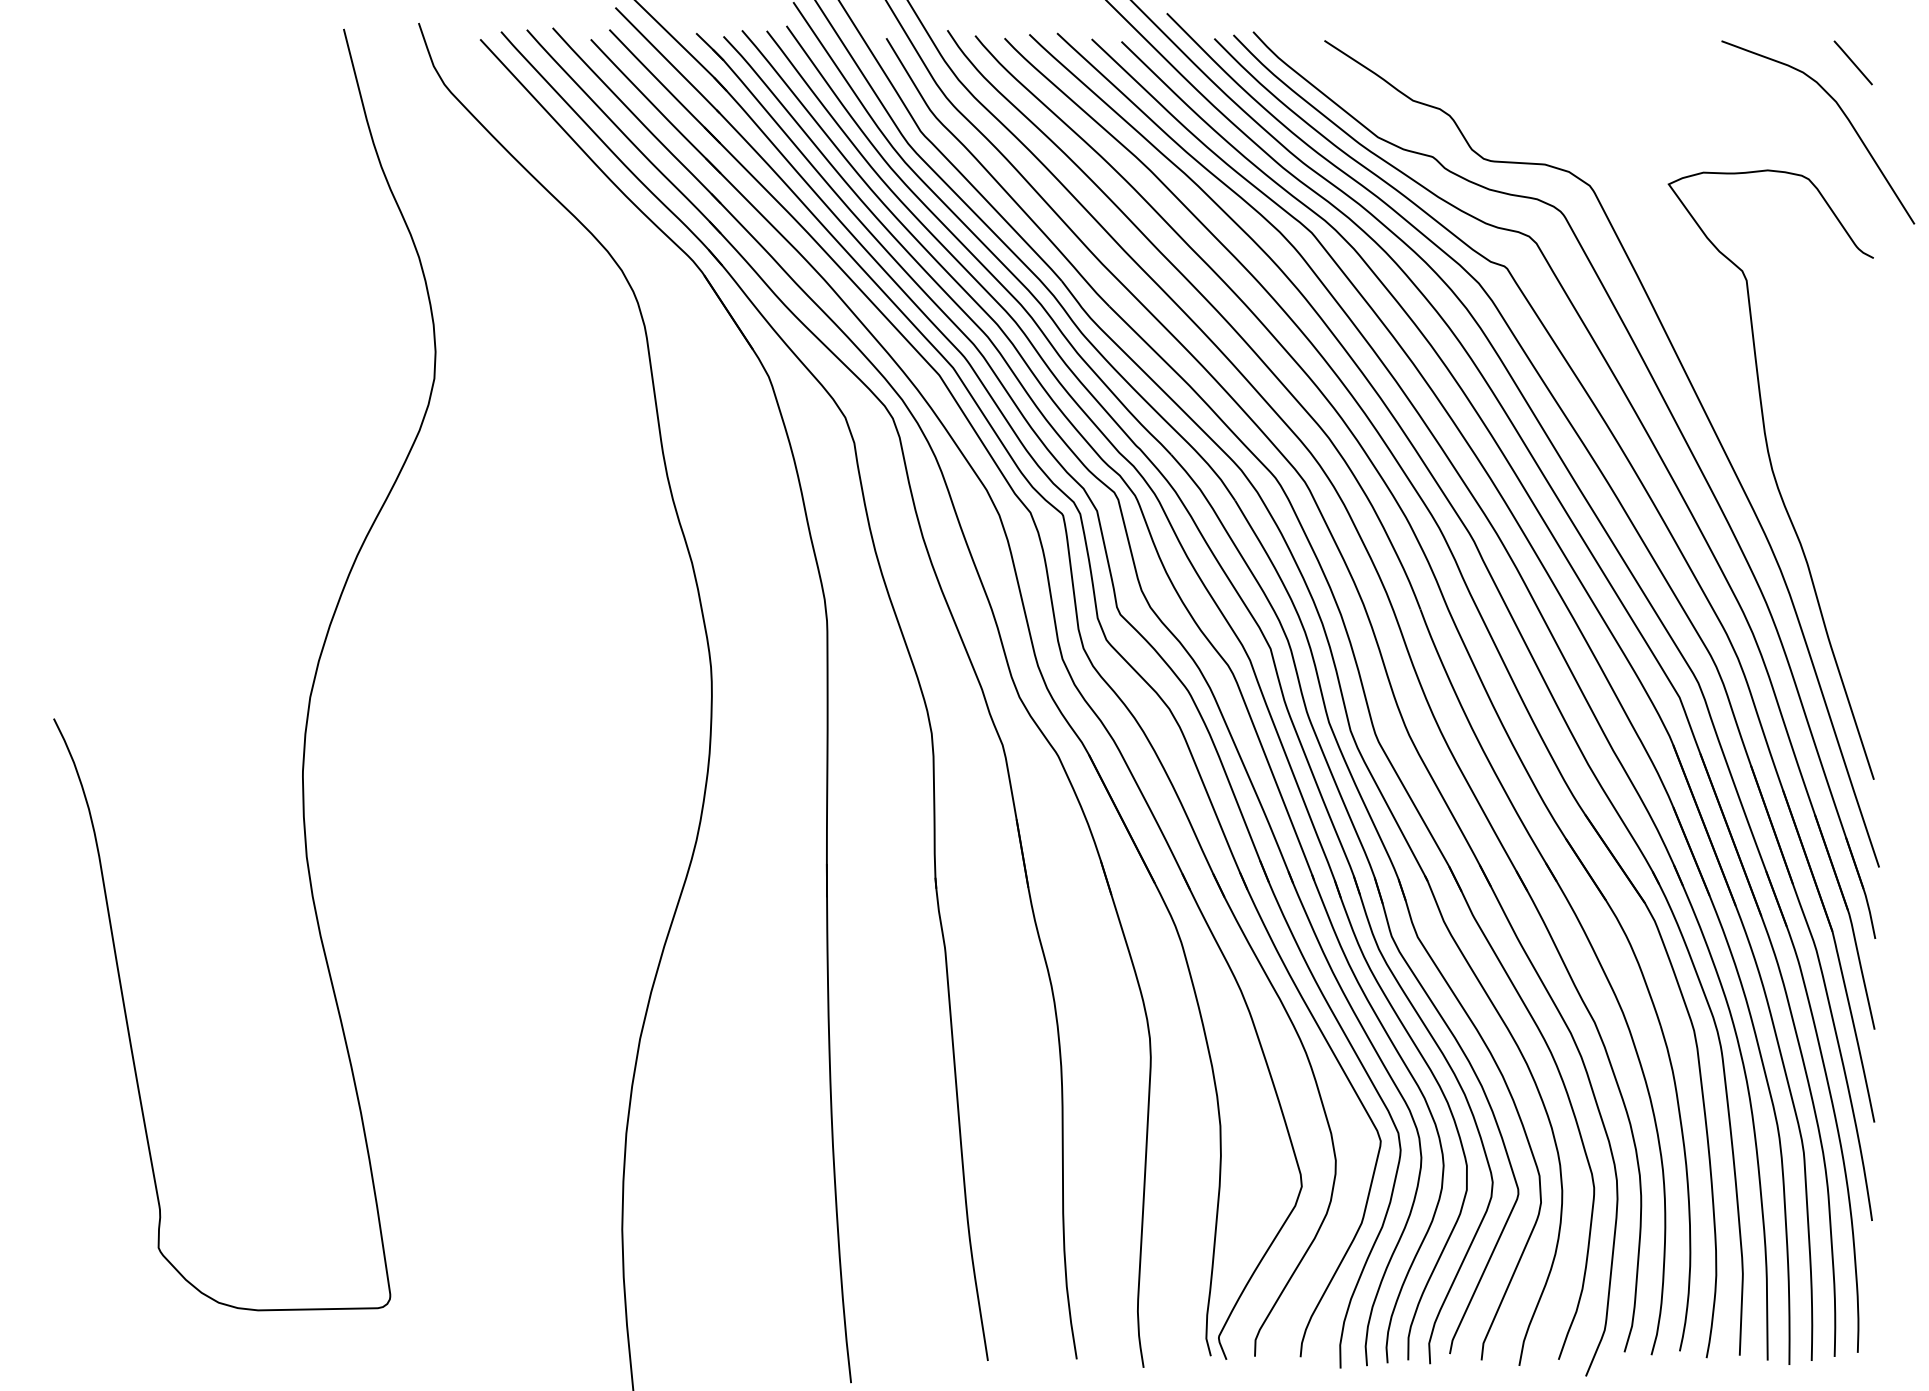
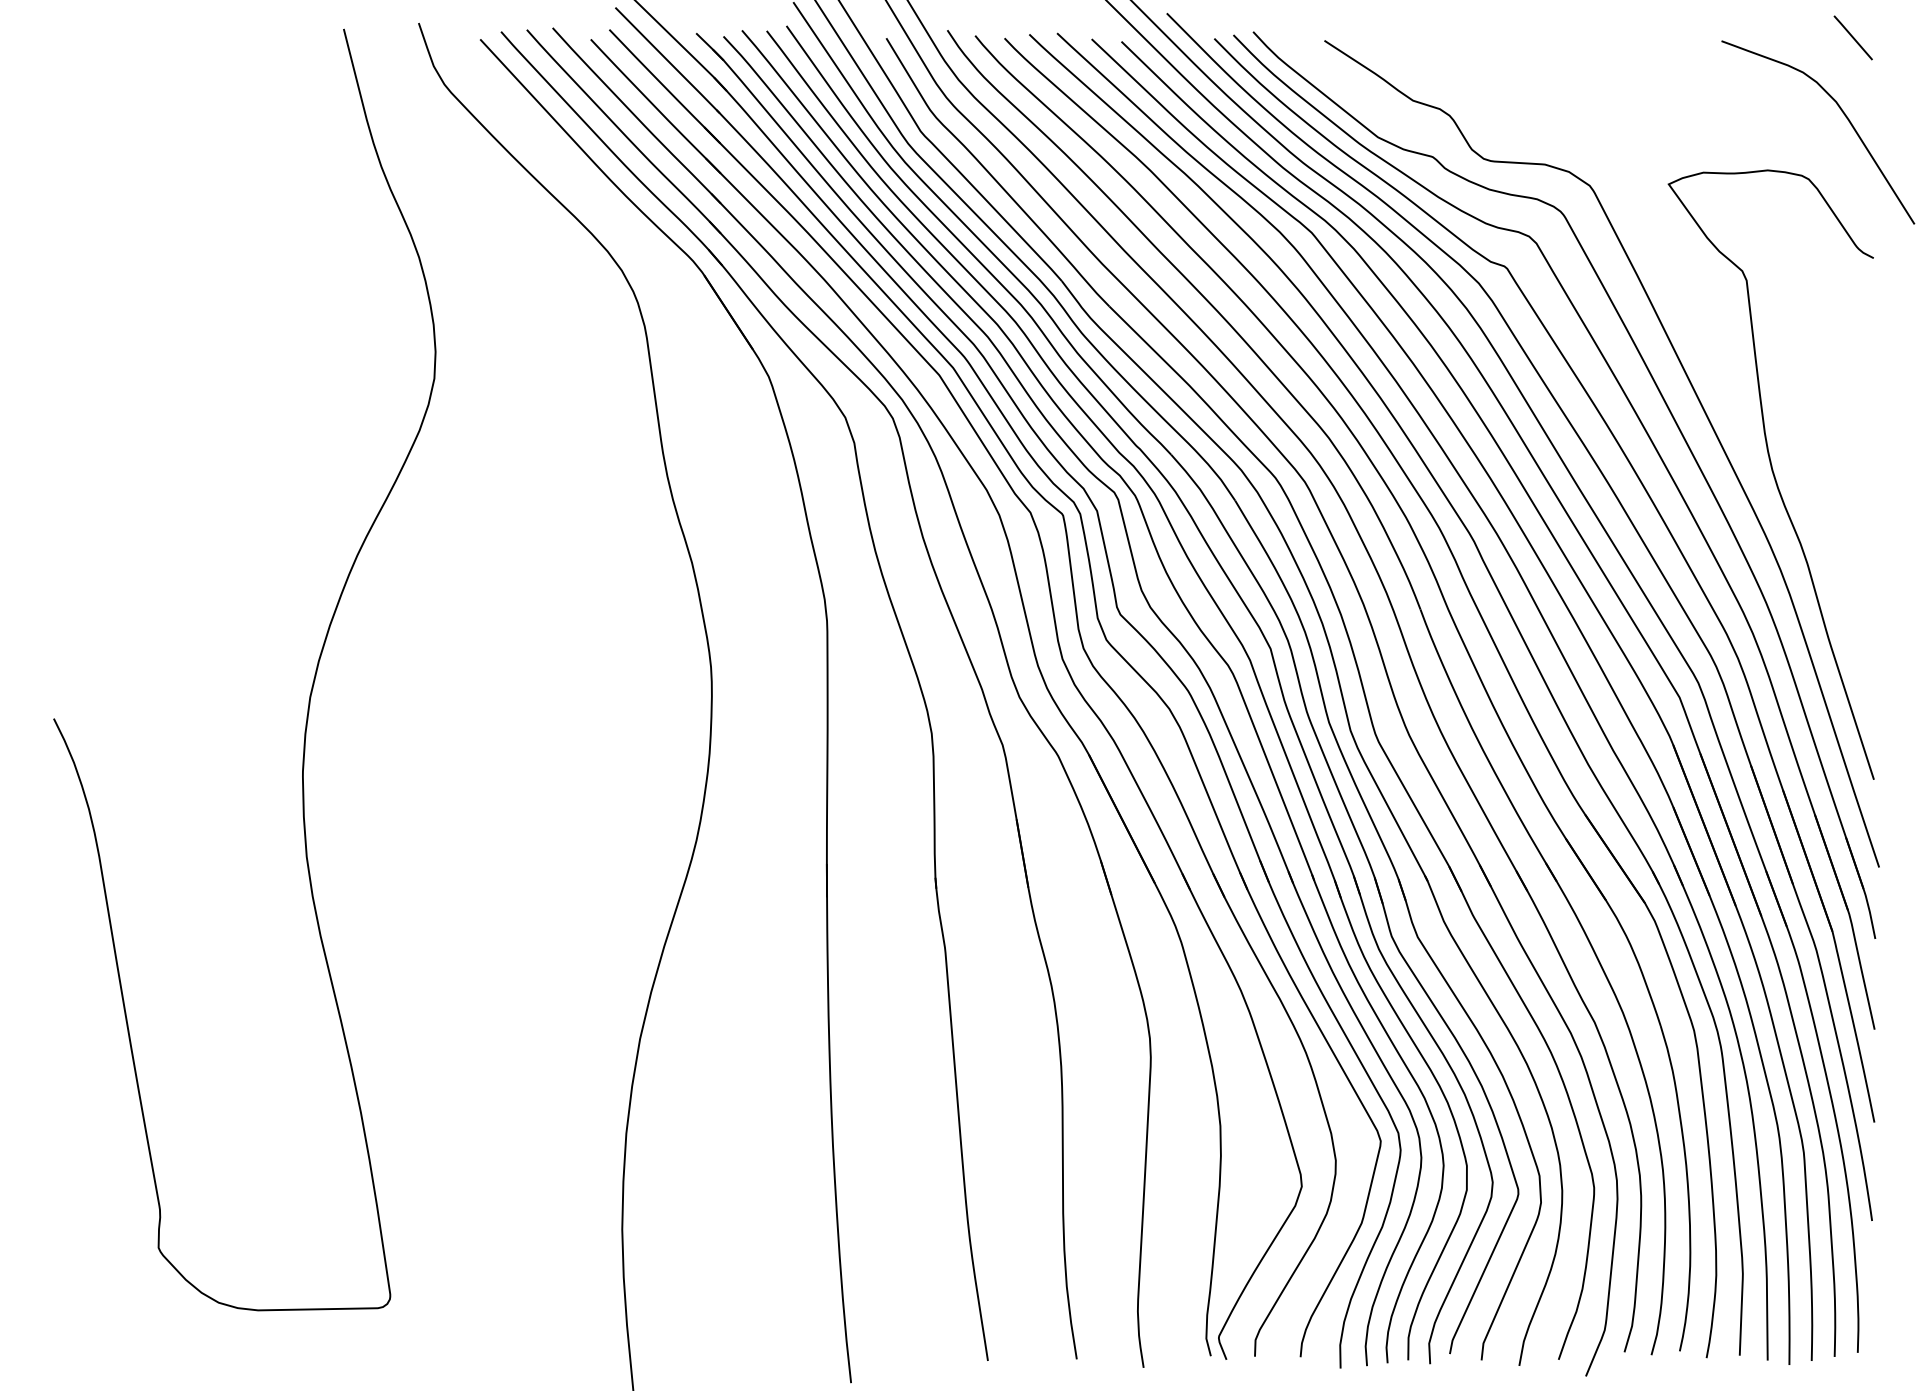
line at (1852, 62) position: (1852, 62) -> (1852, 37)
